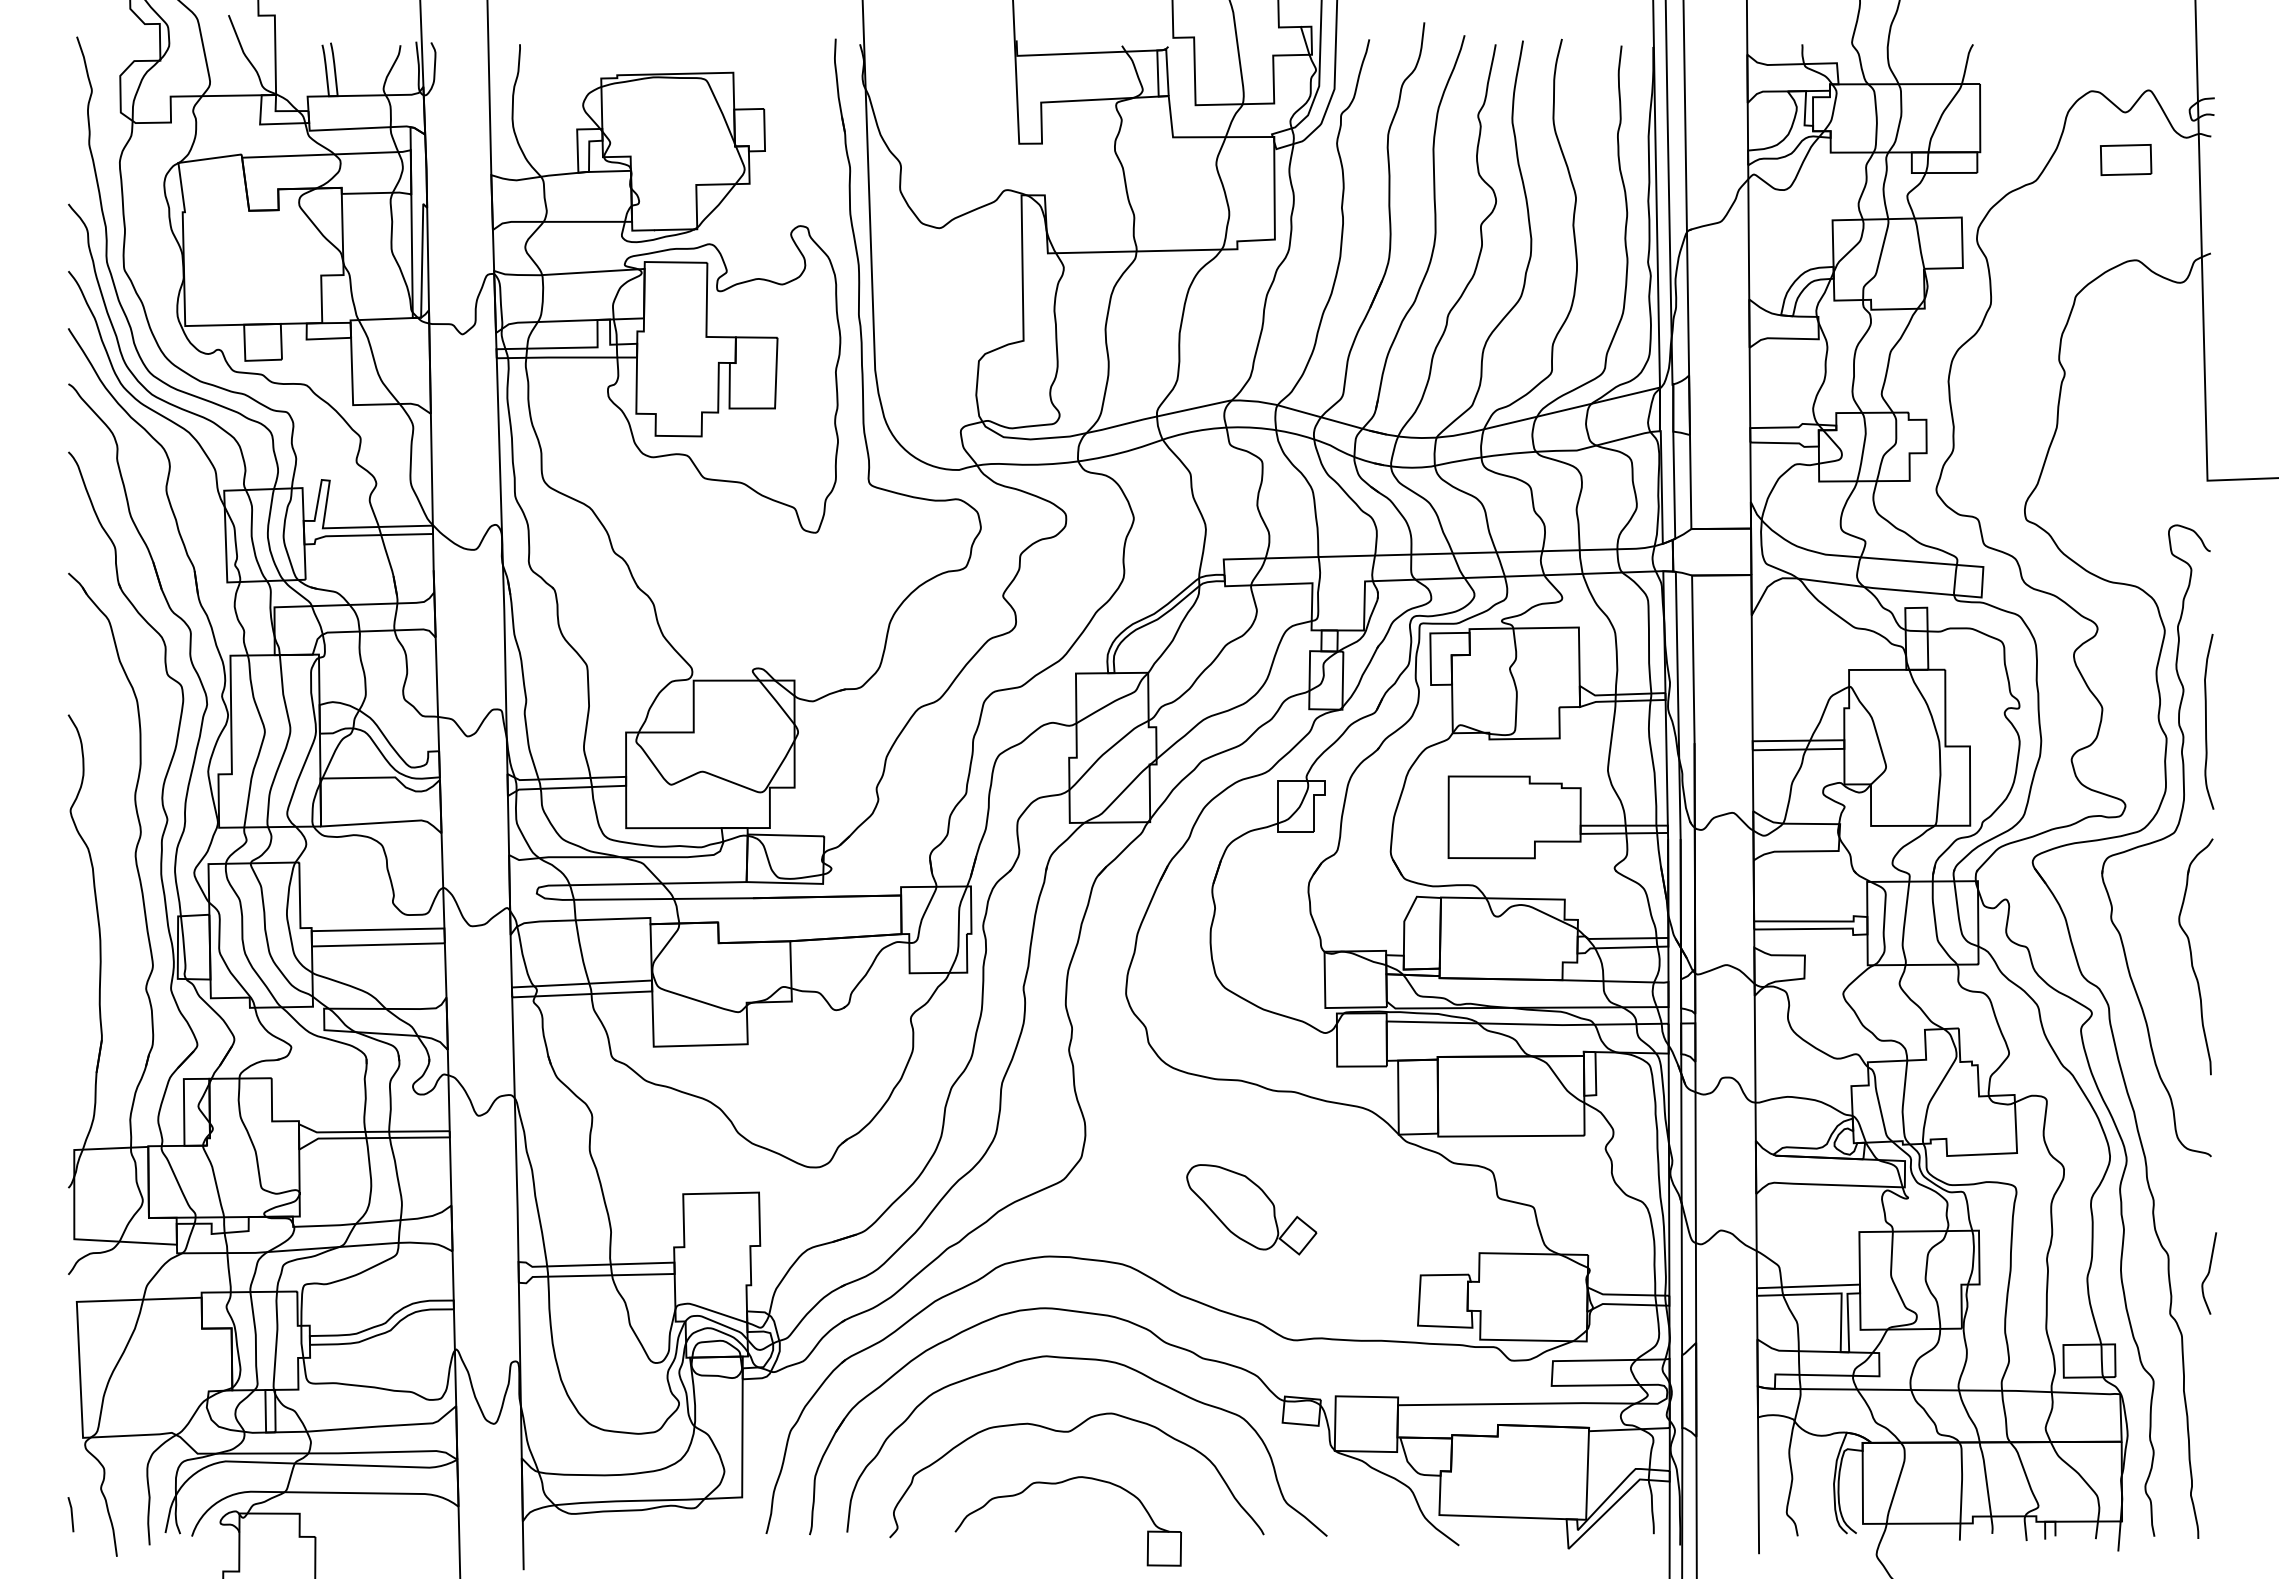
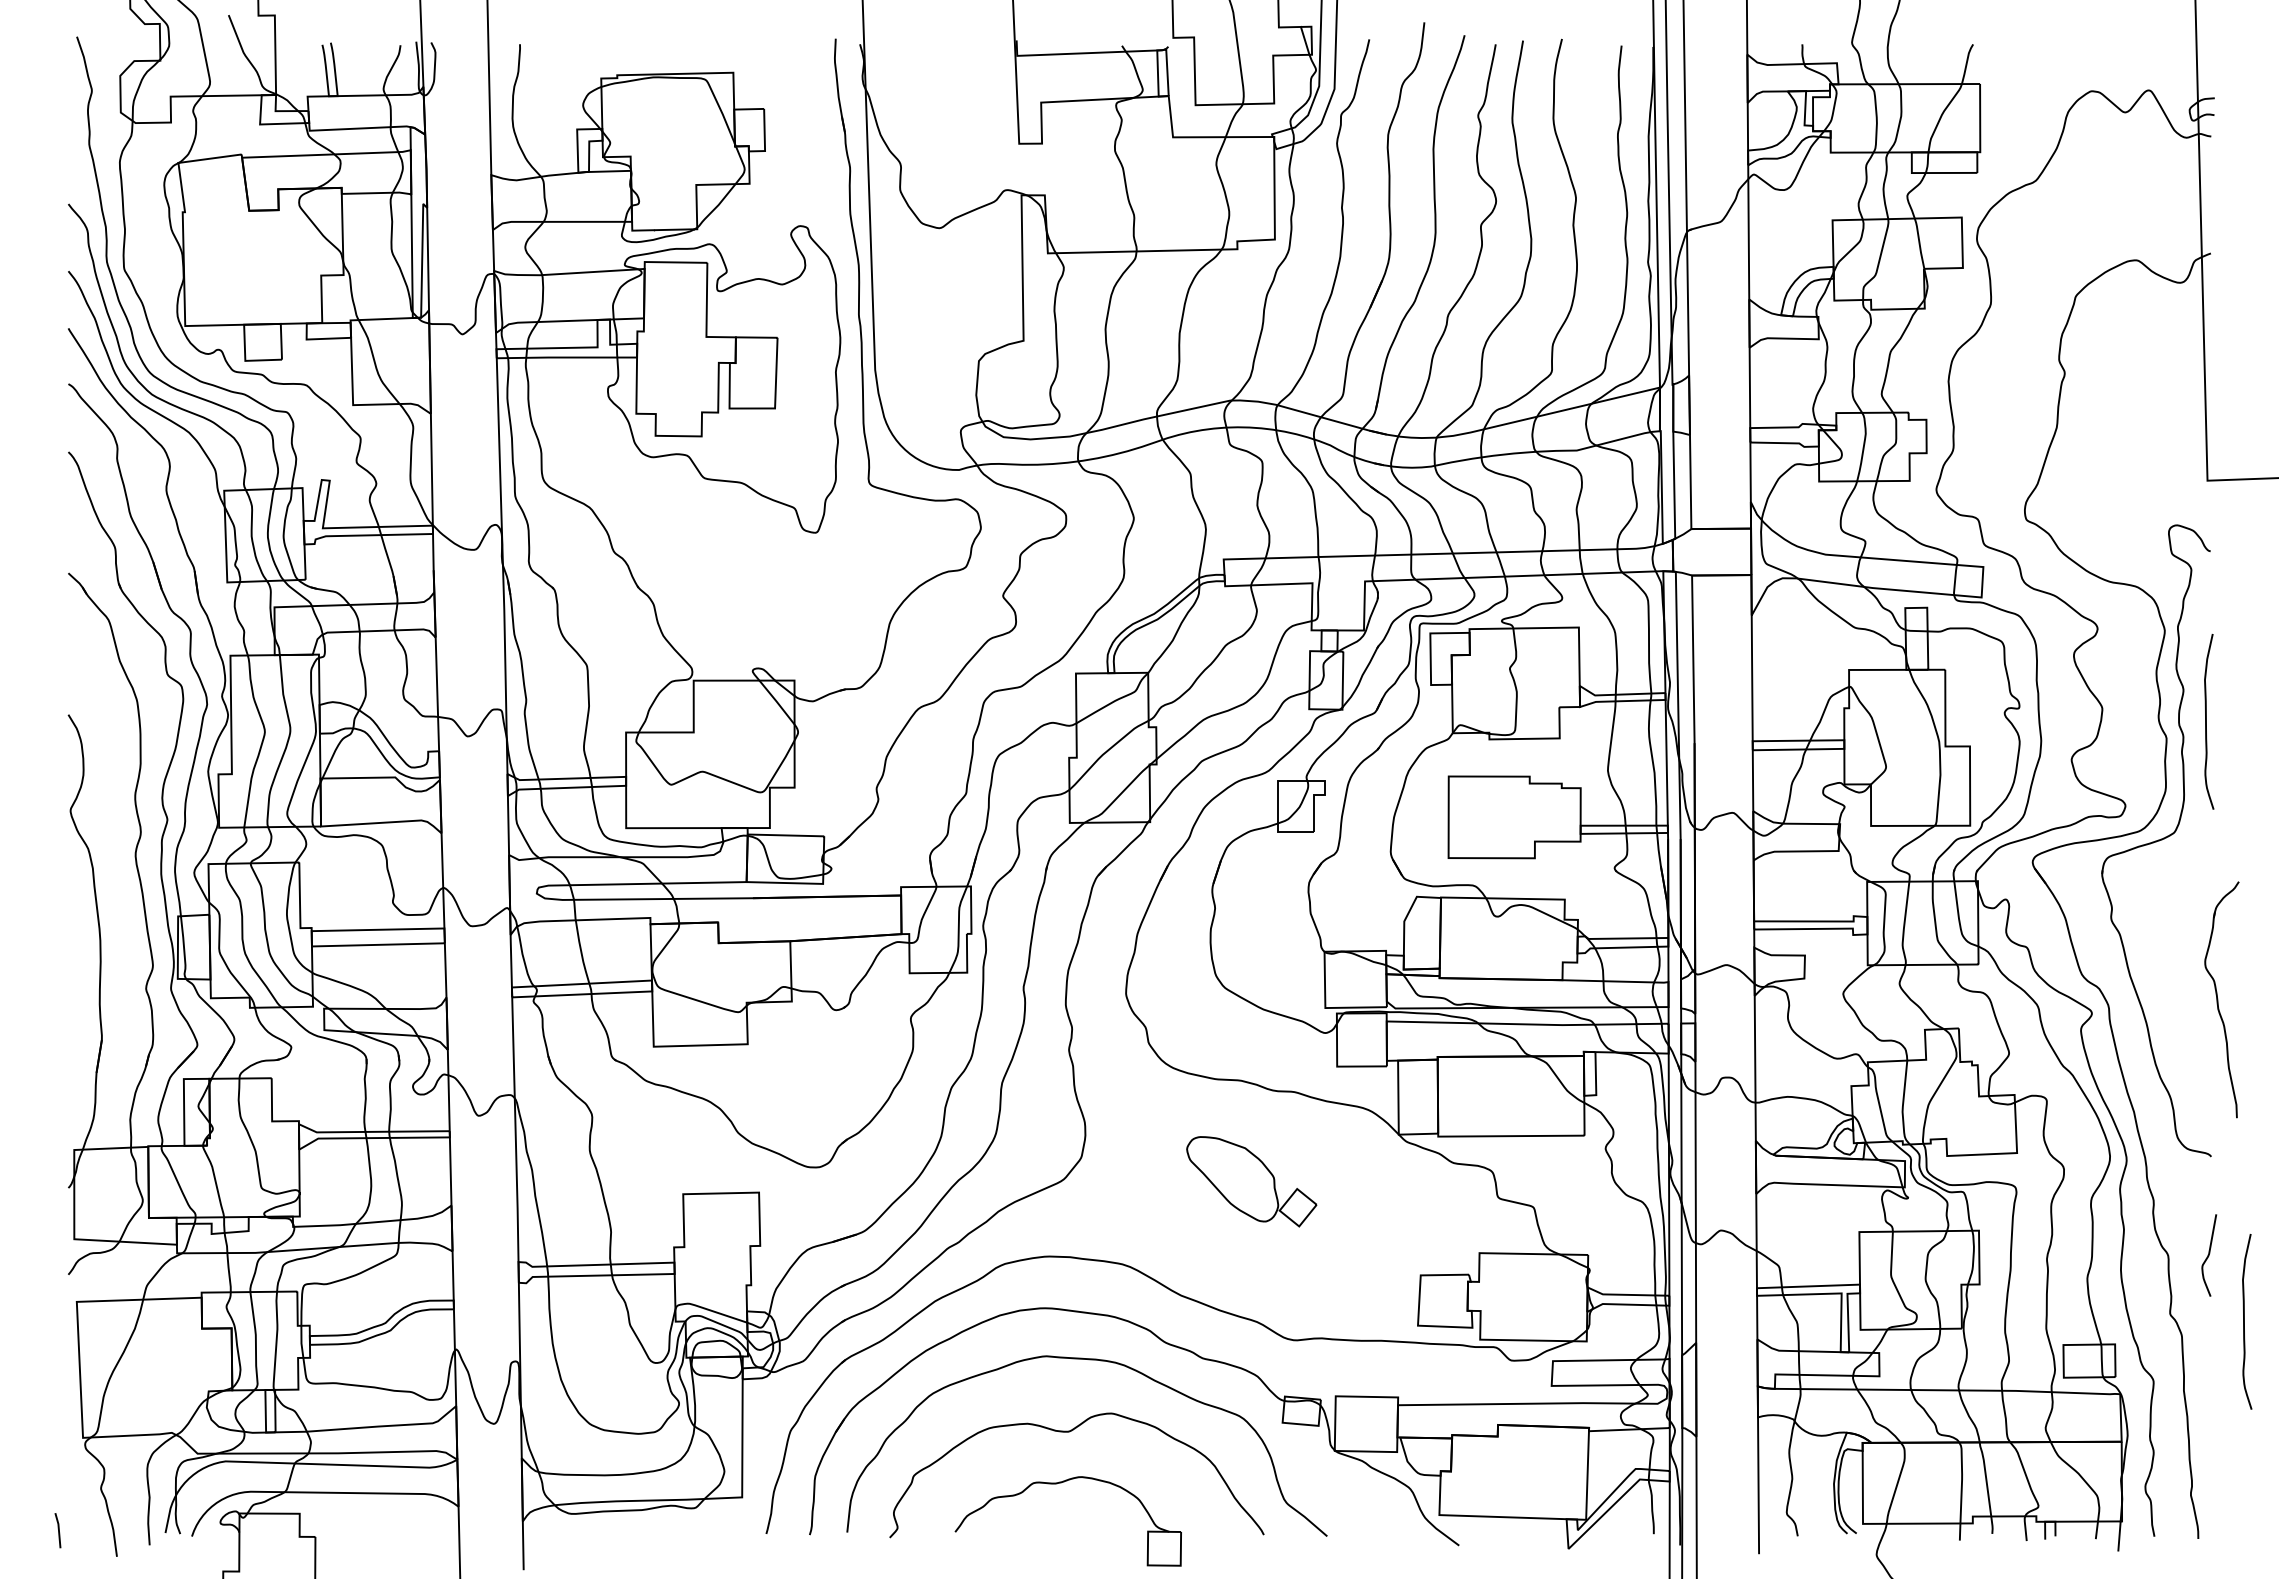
part at (2126, 159): present -> none
part at (2195, 956) position: (2195, 956) -> (2221, 999)
part at (1251, 1209) position: (1251, 1209) -> (1251, 1181)
curve at (2209, 1273) position: (2209, 1273) -> (2209, 1255)
curve at (2244, 1321): none -> present
line at (71, 1514) position: (71, 1514) -> (58, 1530)
